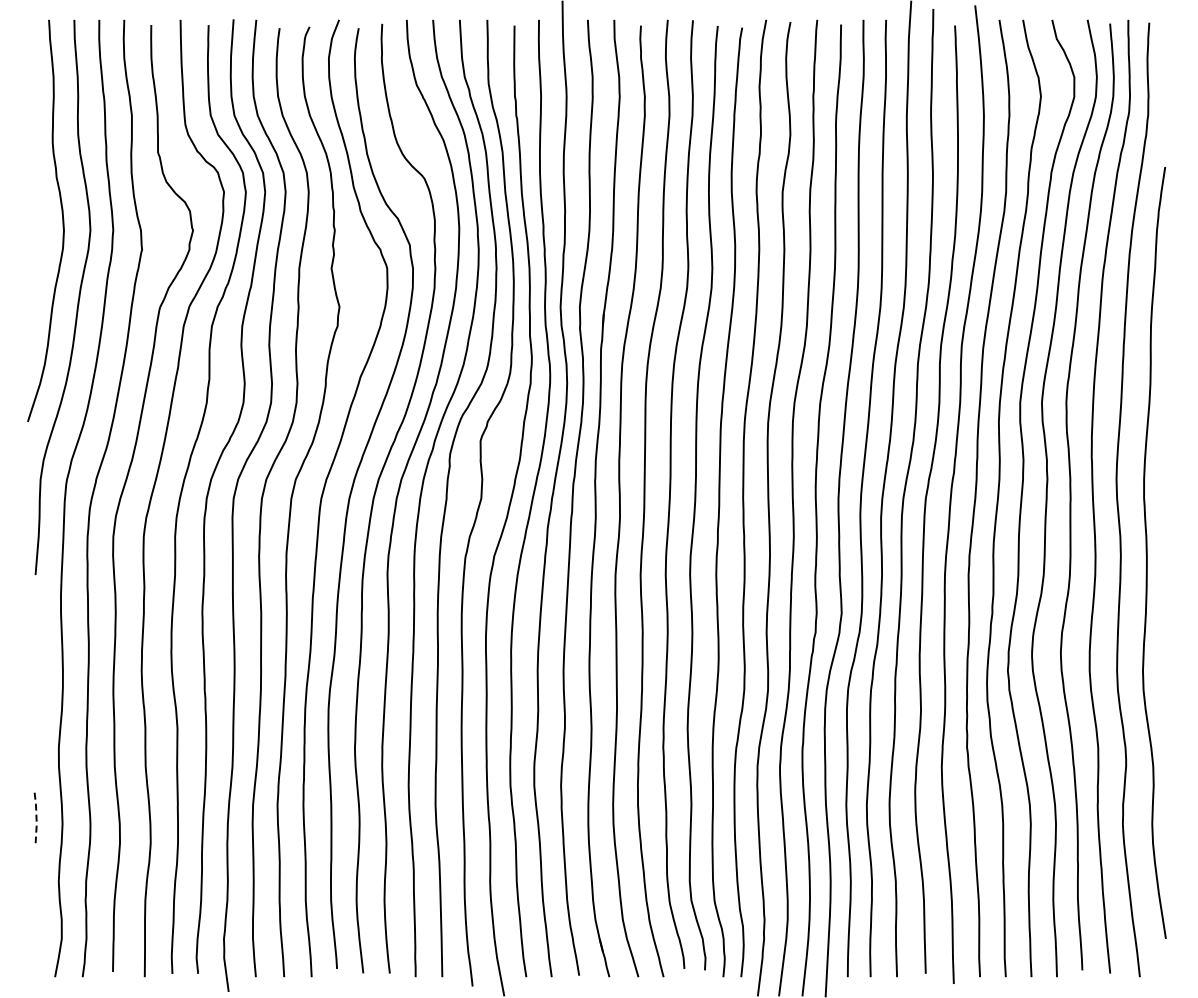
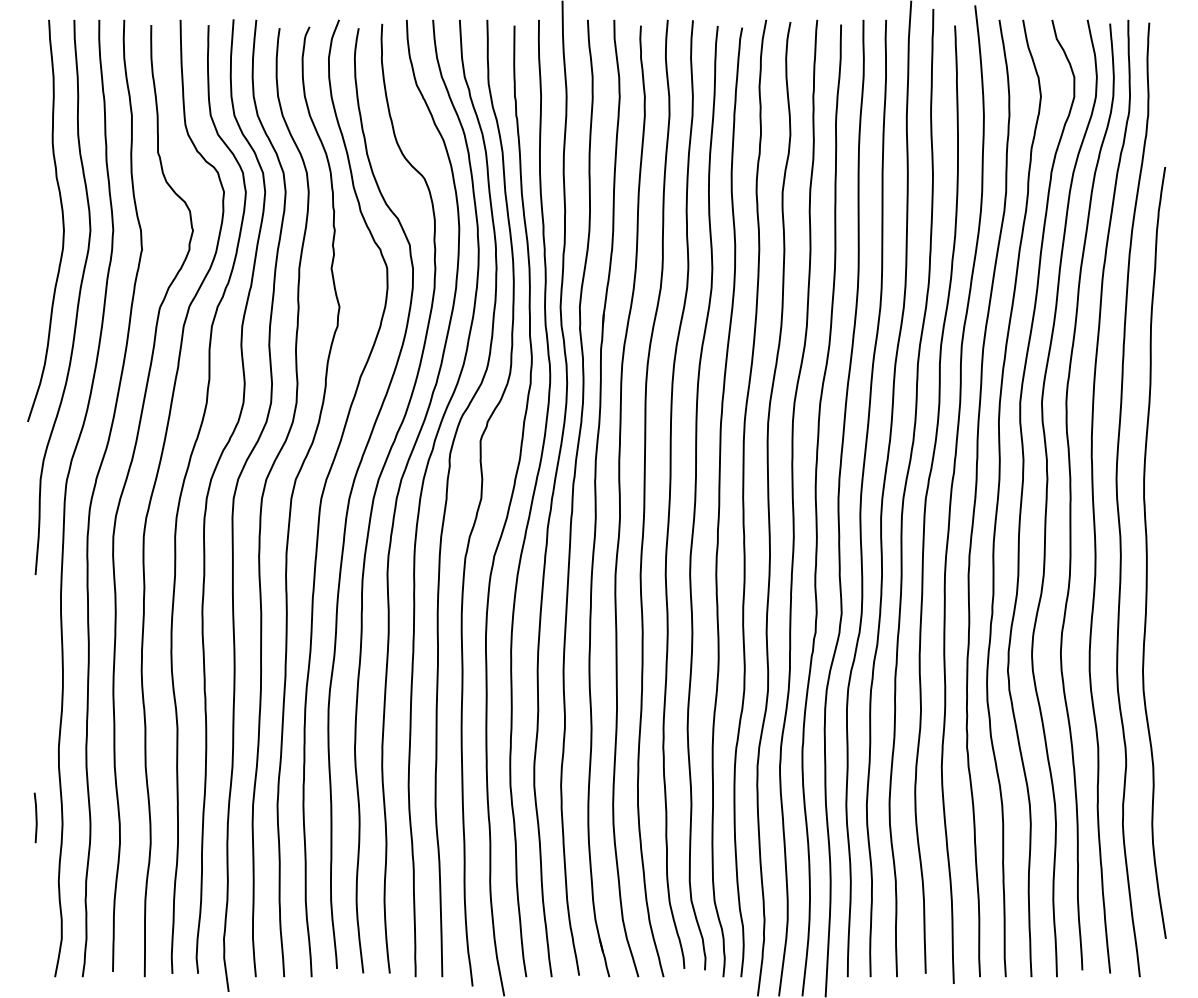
line at (36, 818): dashed -> solid
